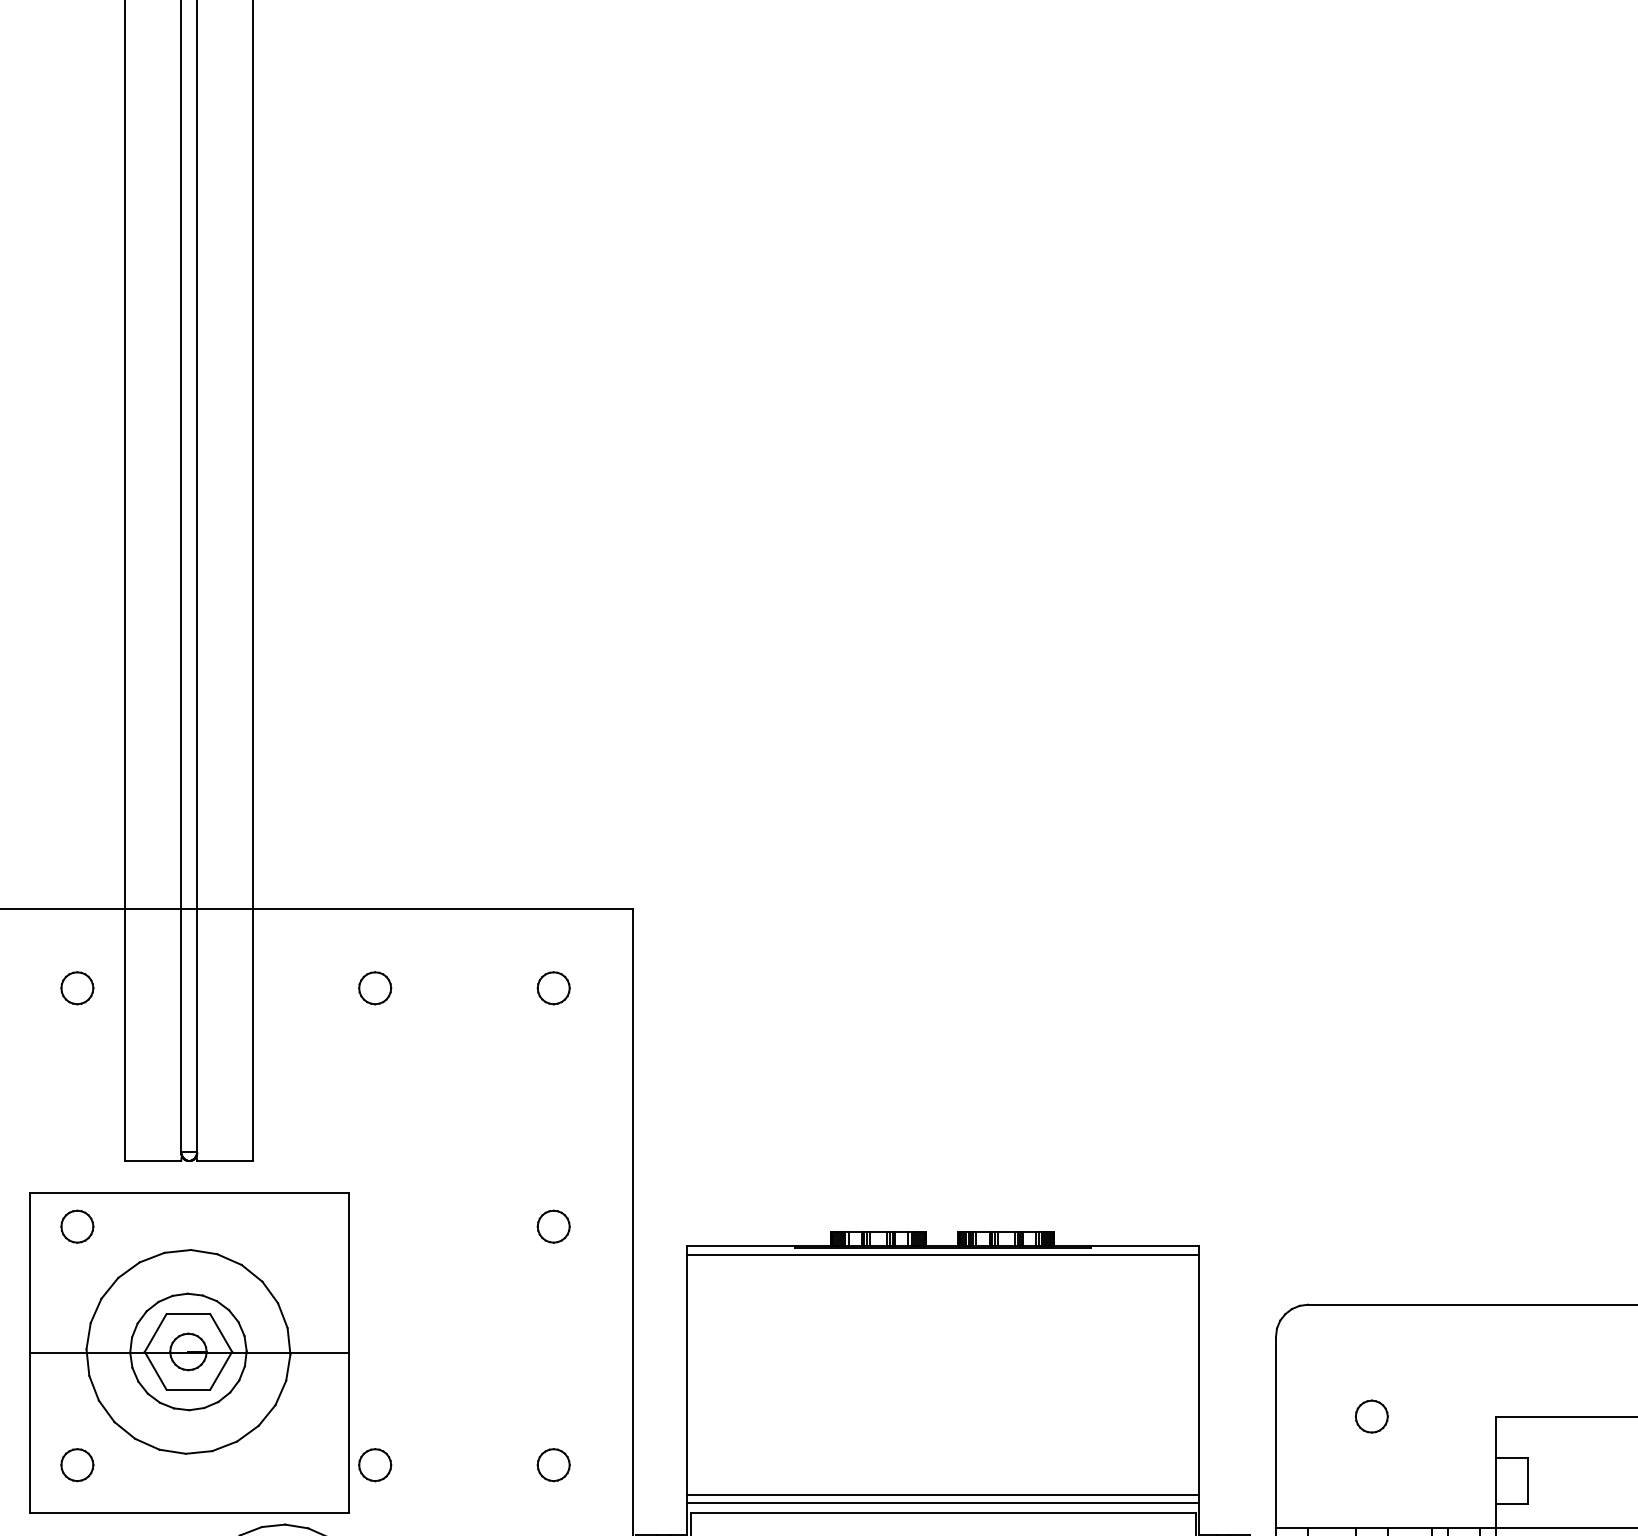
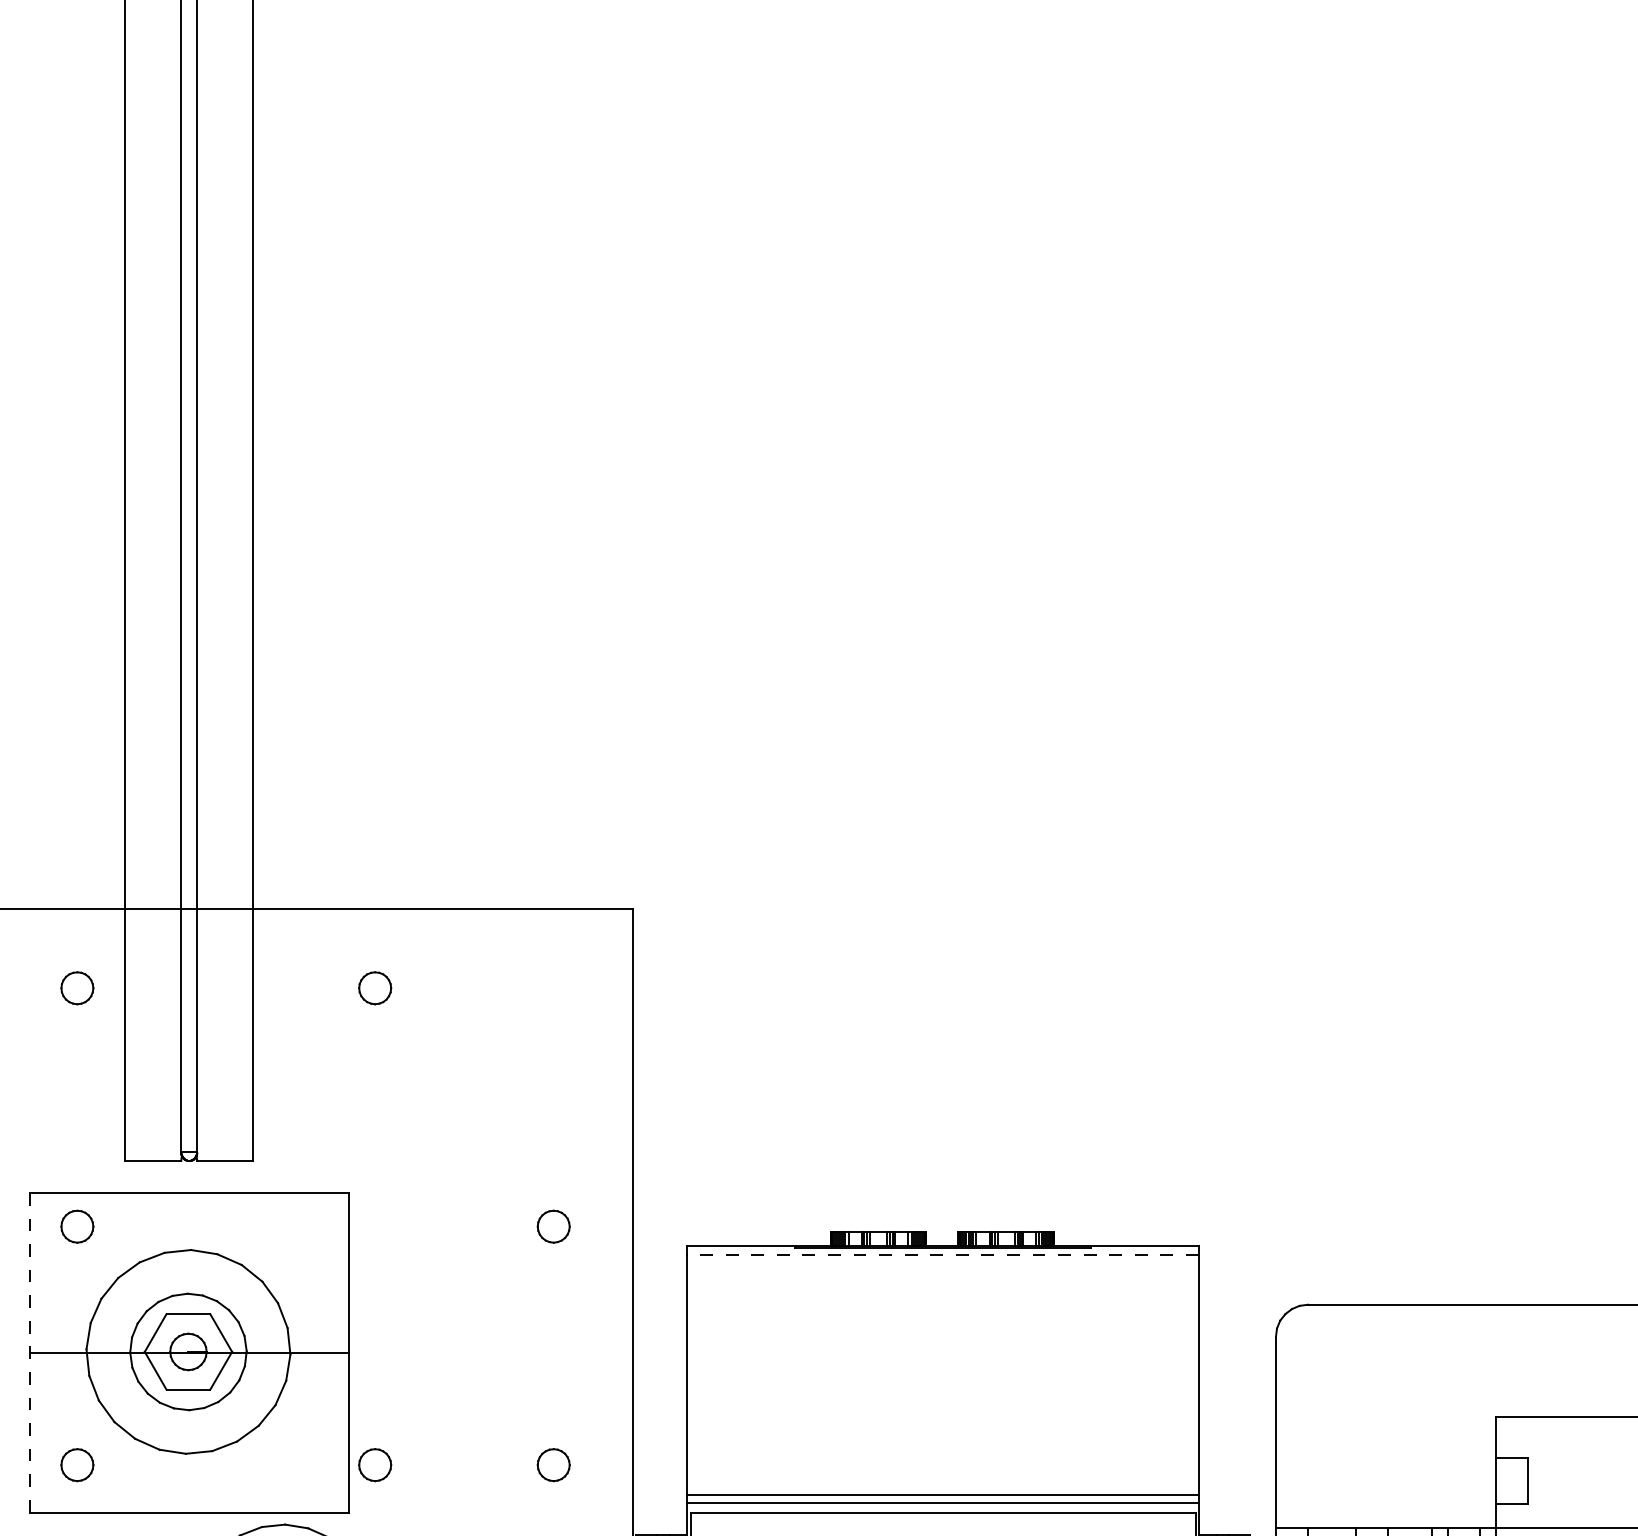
part at (553, 988): present -> none
line at (943, 1254): solid -> dashed
line at (29, 1352): solid -> dashed
part at (1371, 1416): present -> none
